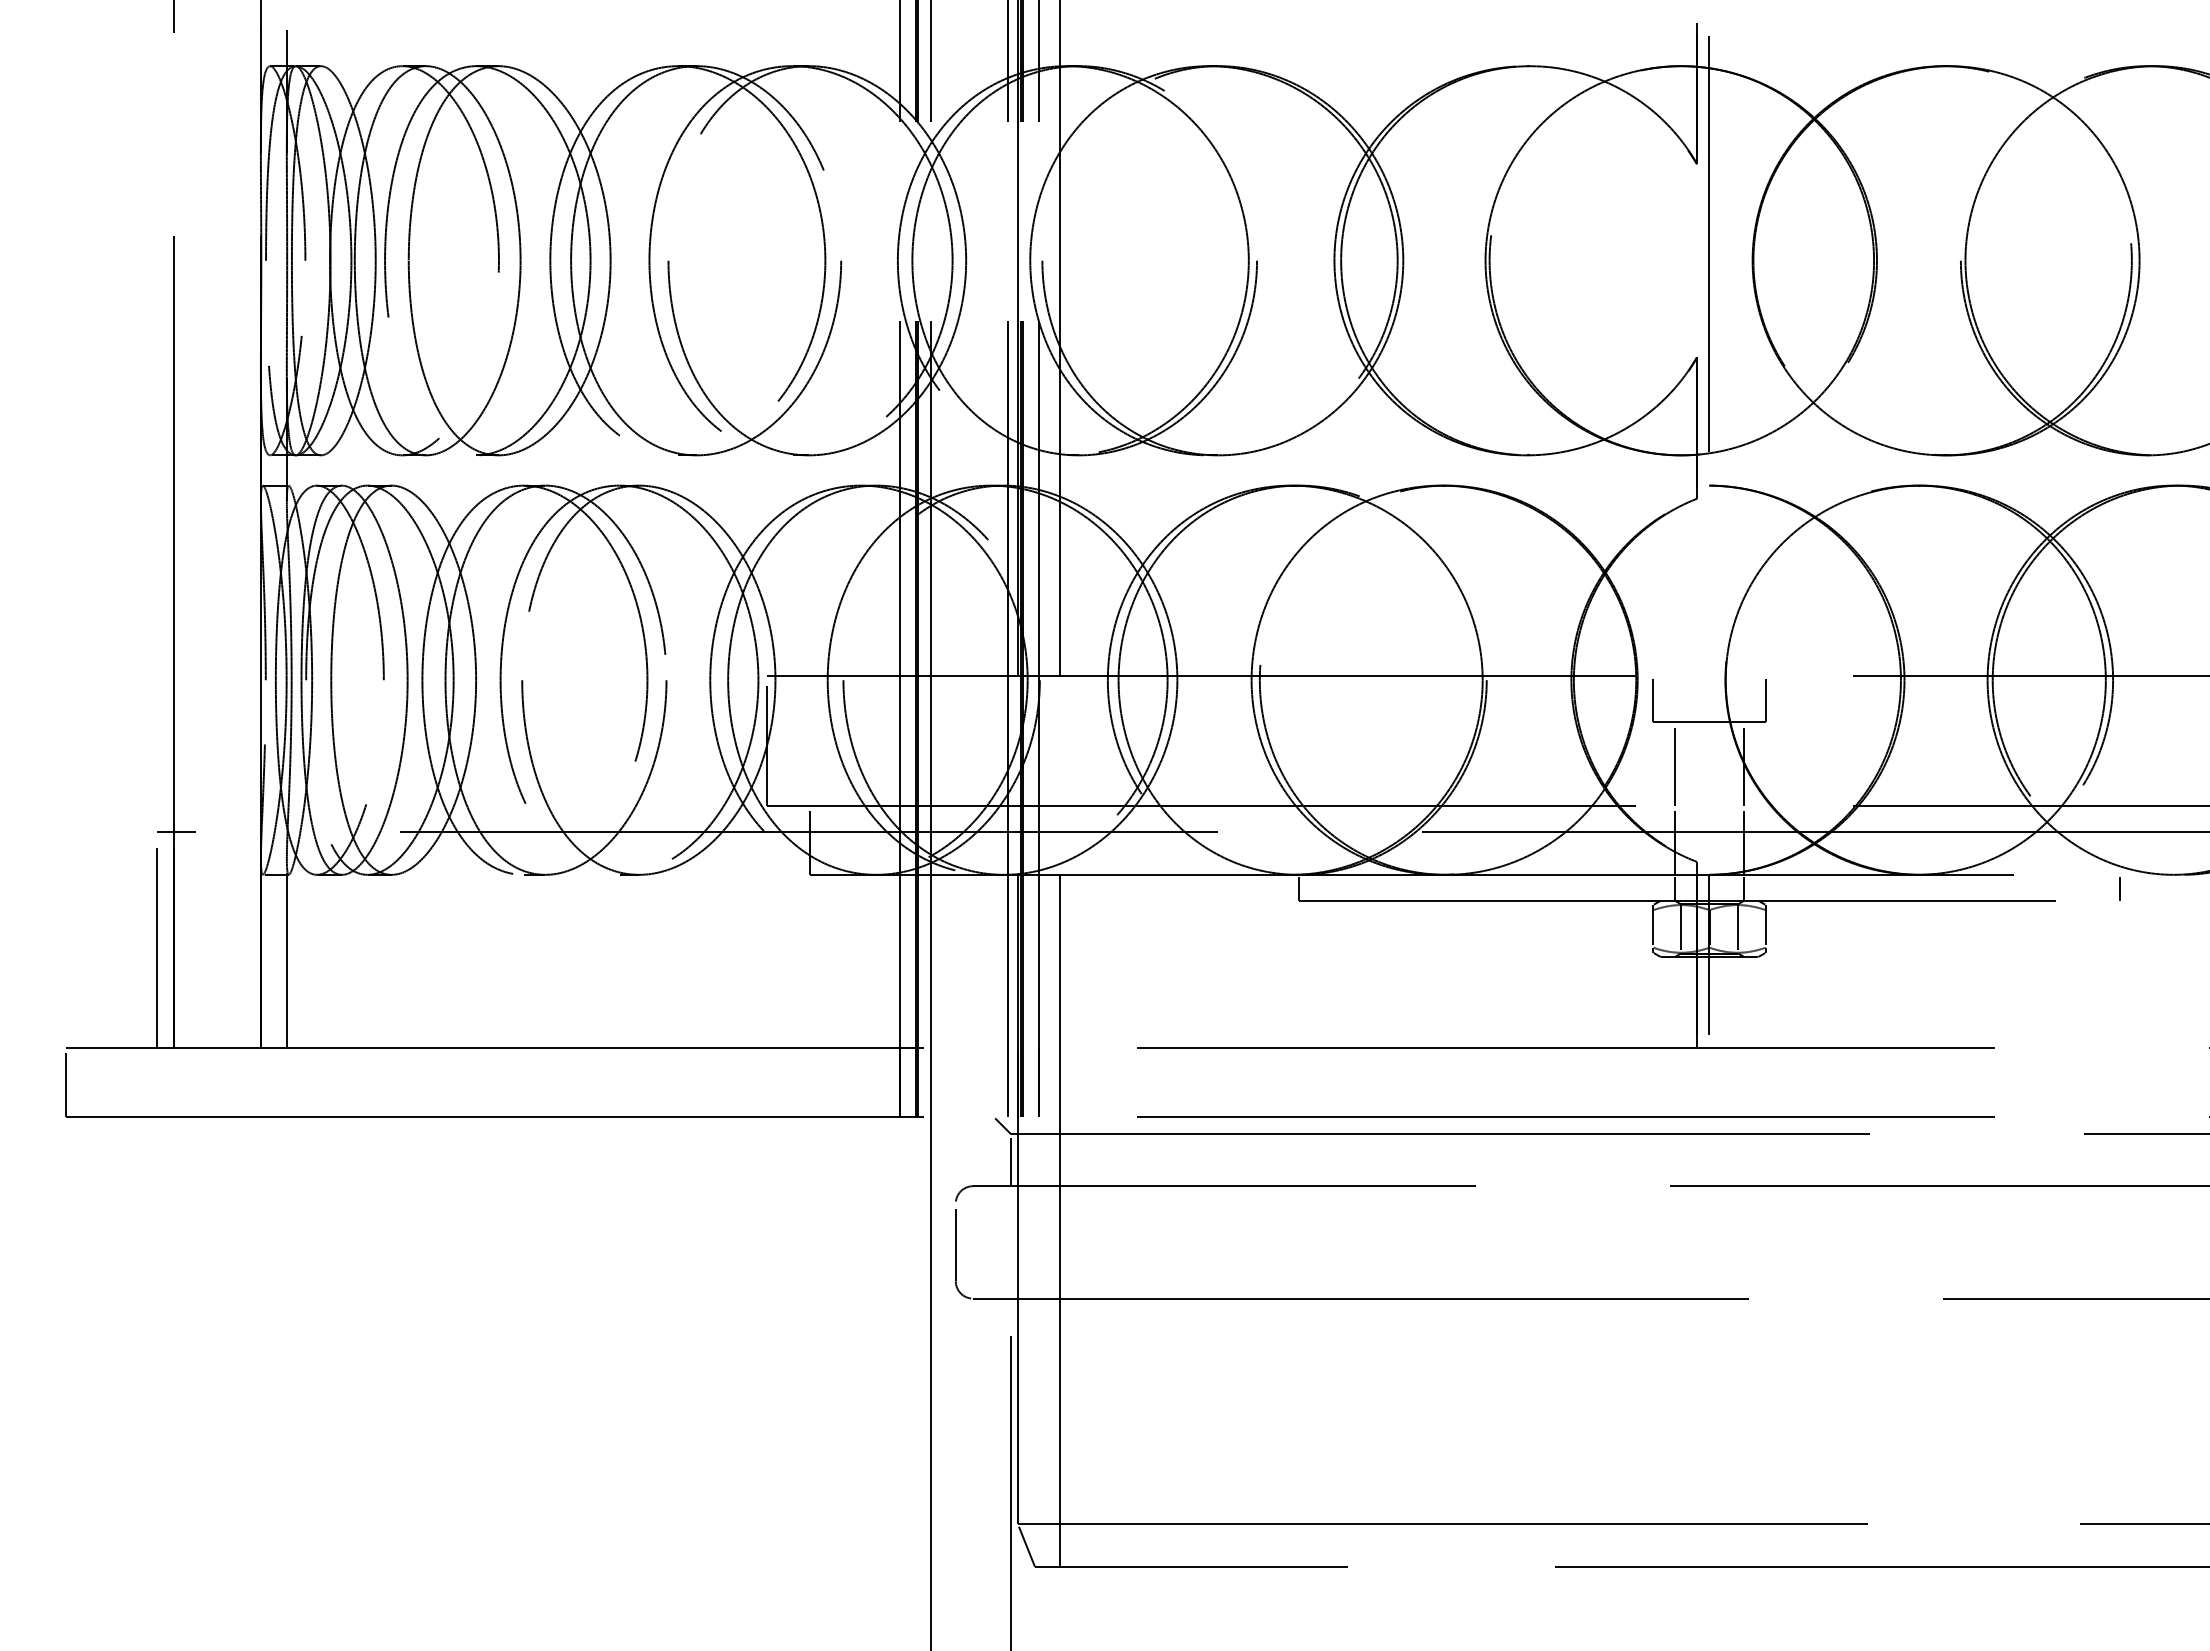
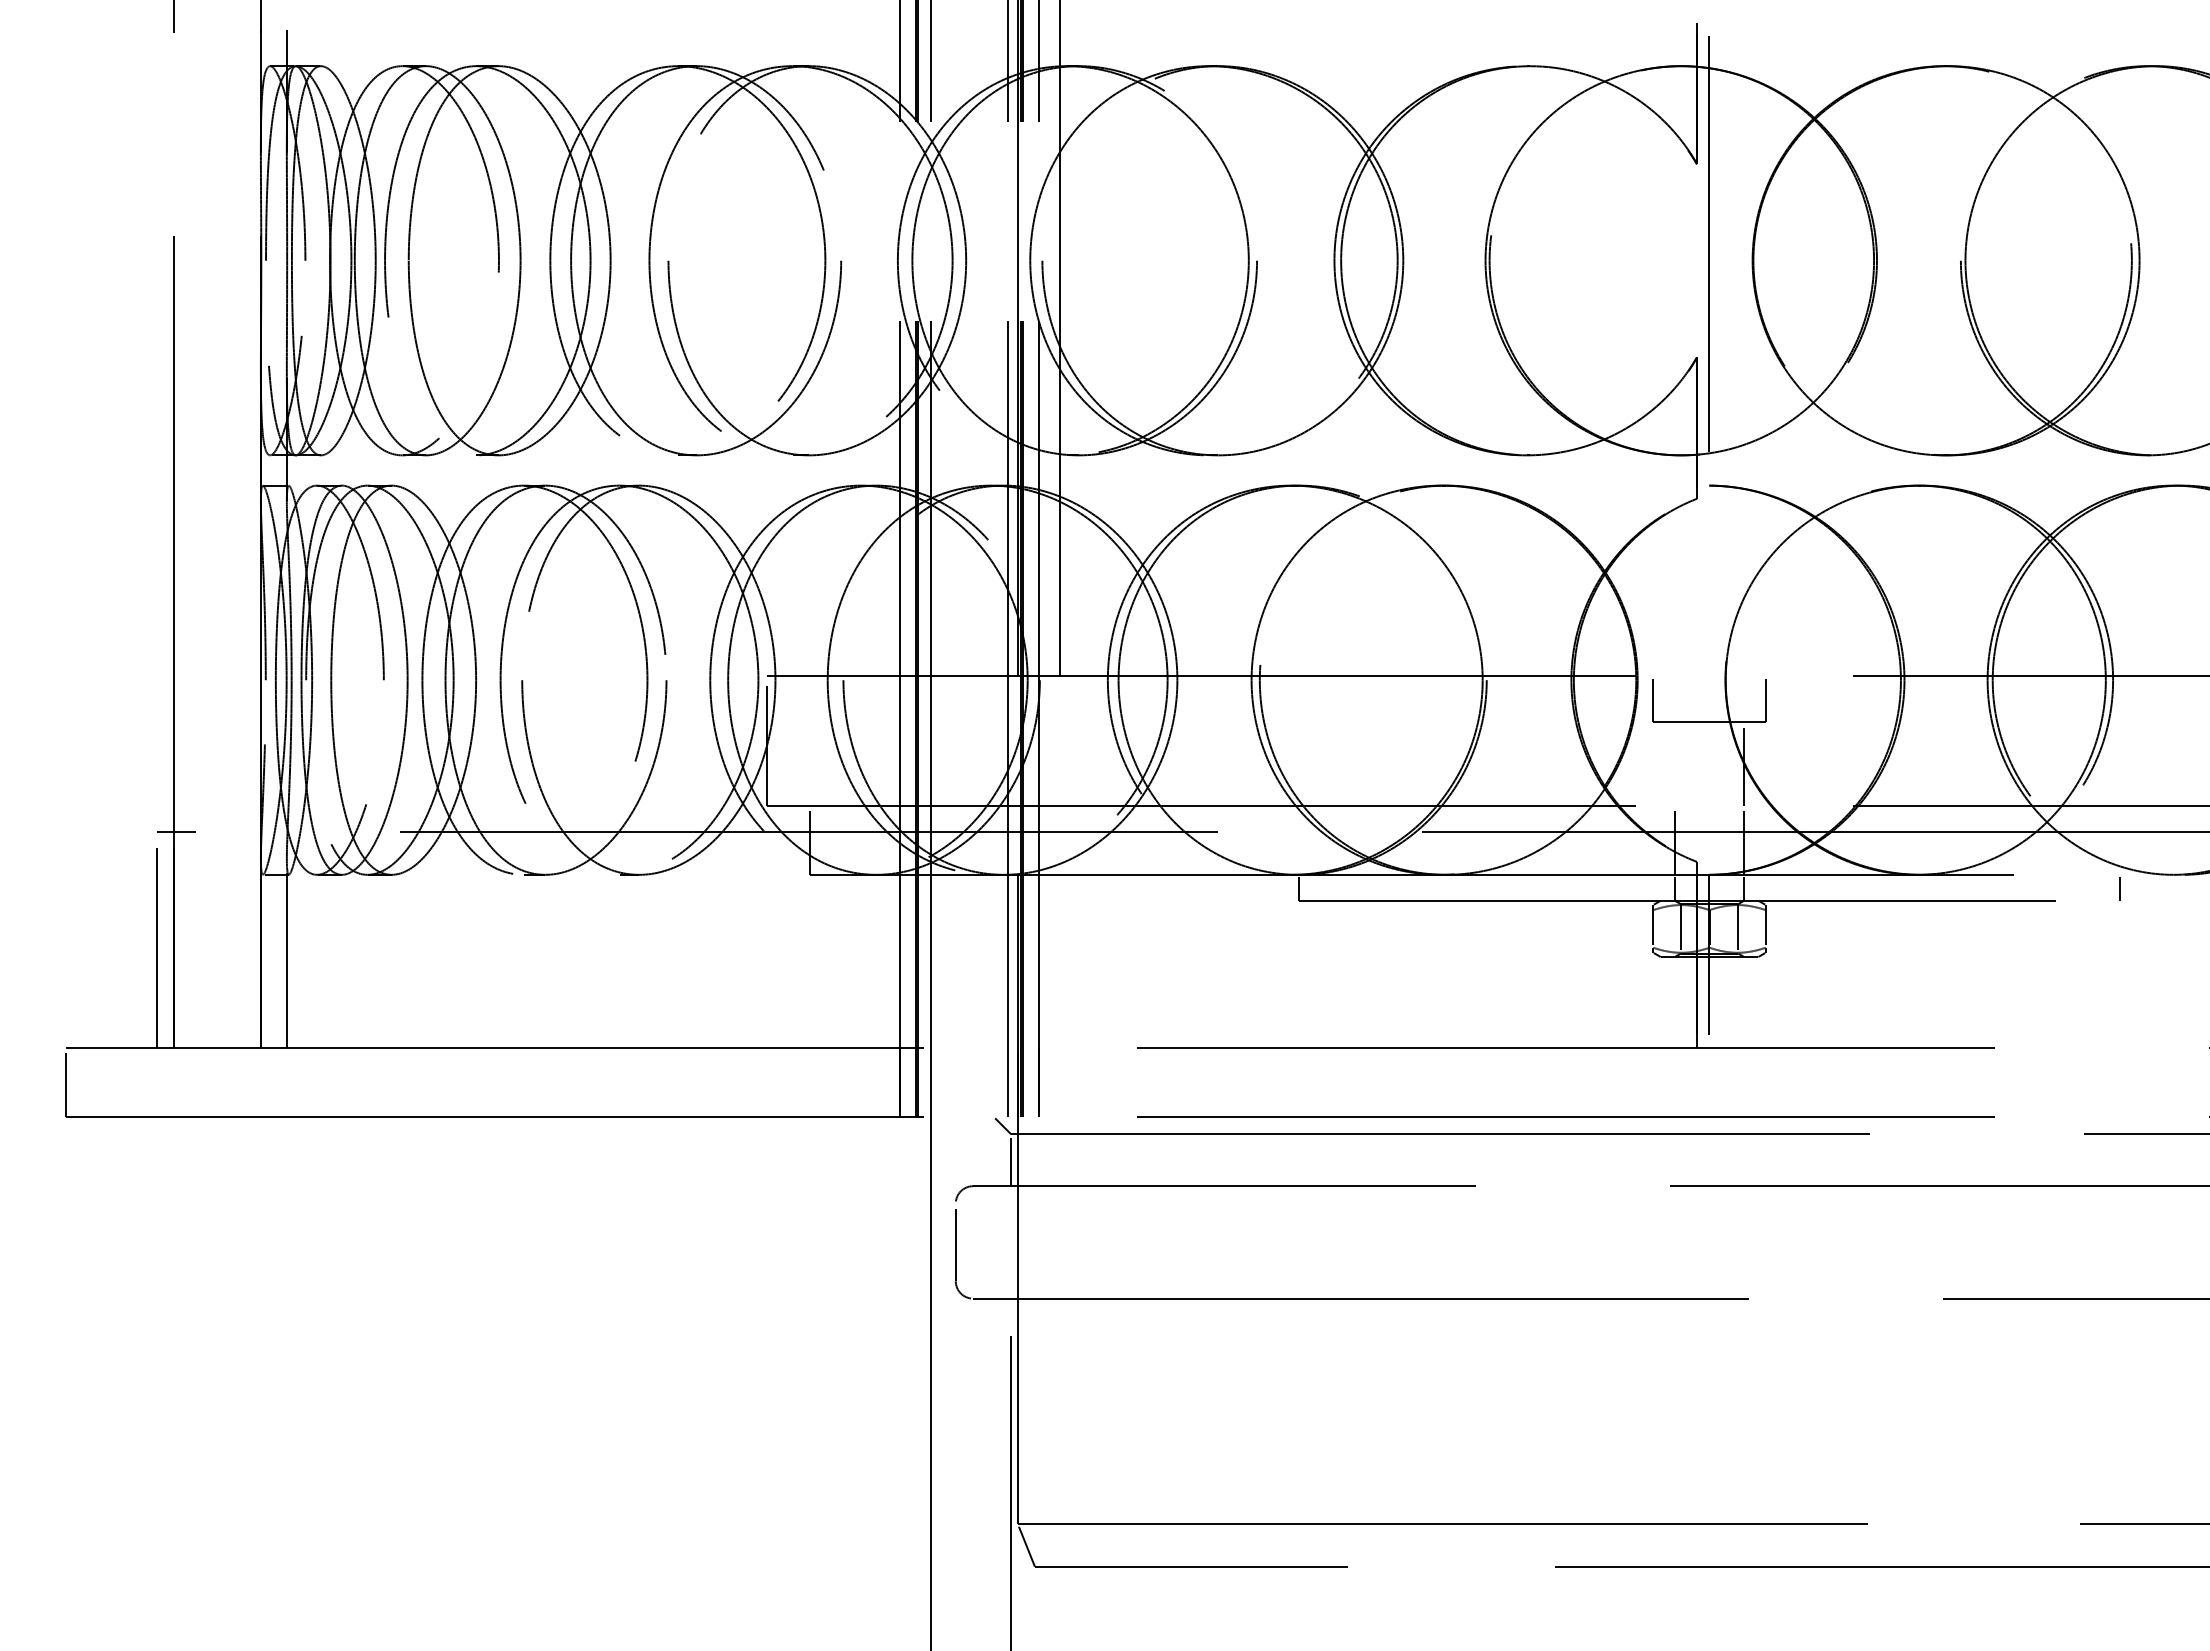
line at (1674, 763): present -> none
line at (1060, 1220): present -> none
